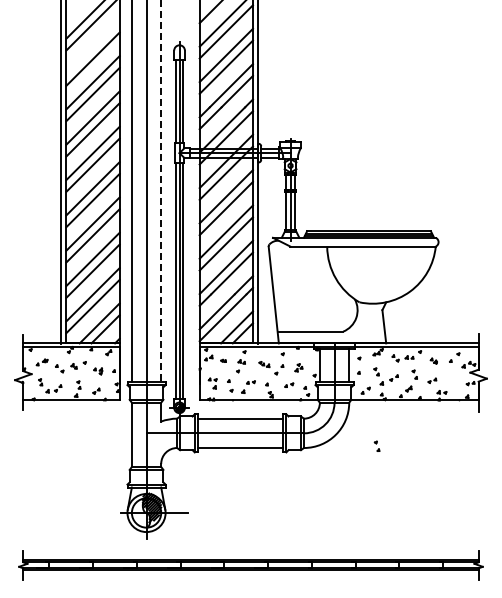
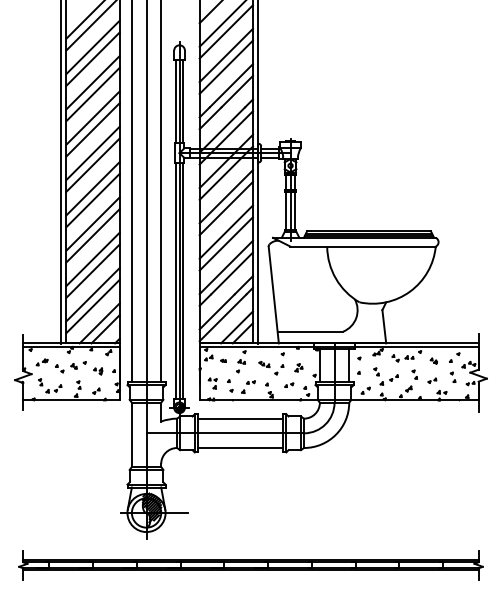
line at (92, 47): none -> present
line at (161, 191): dashed -> solid
part at (376, 445) position: (376, 445) -> (452, 376)
